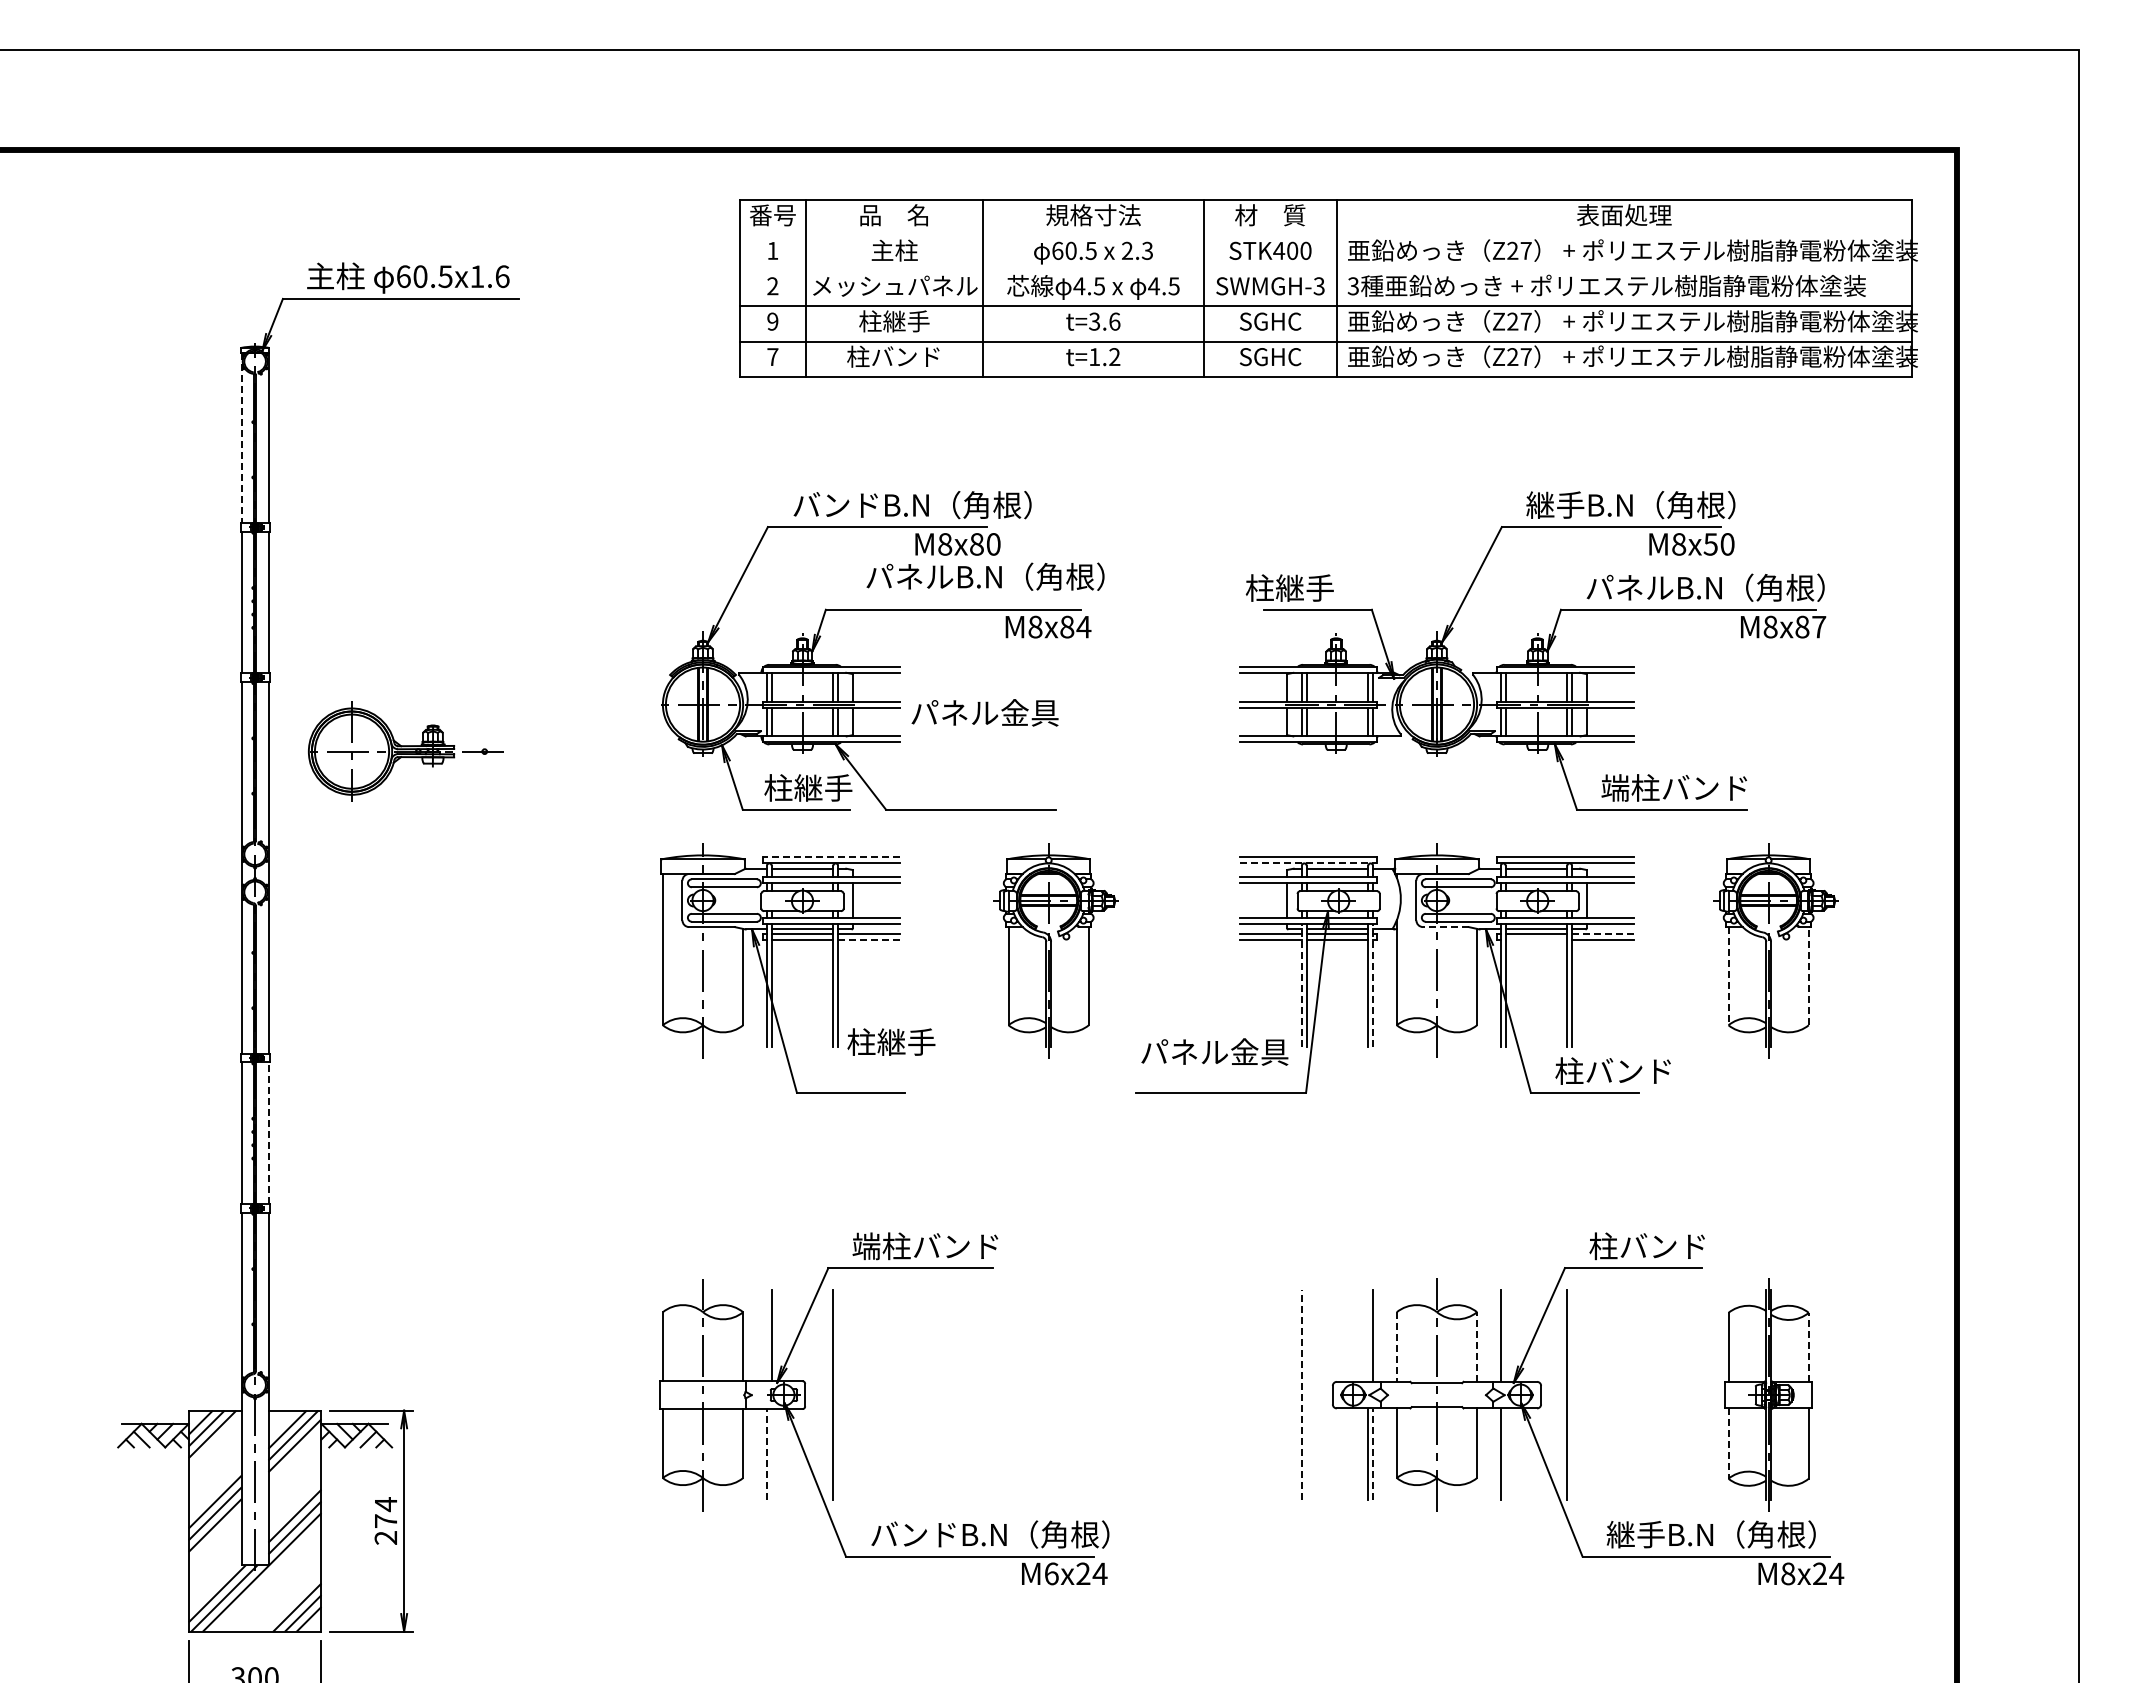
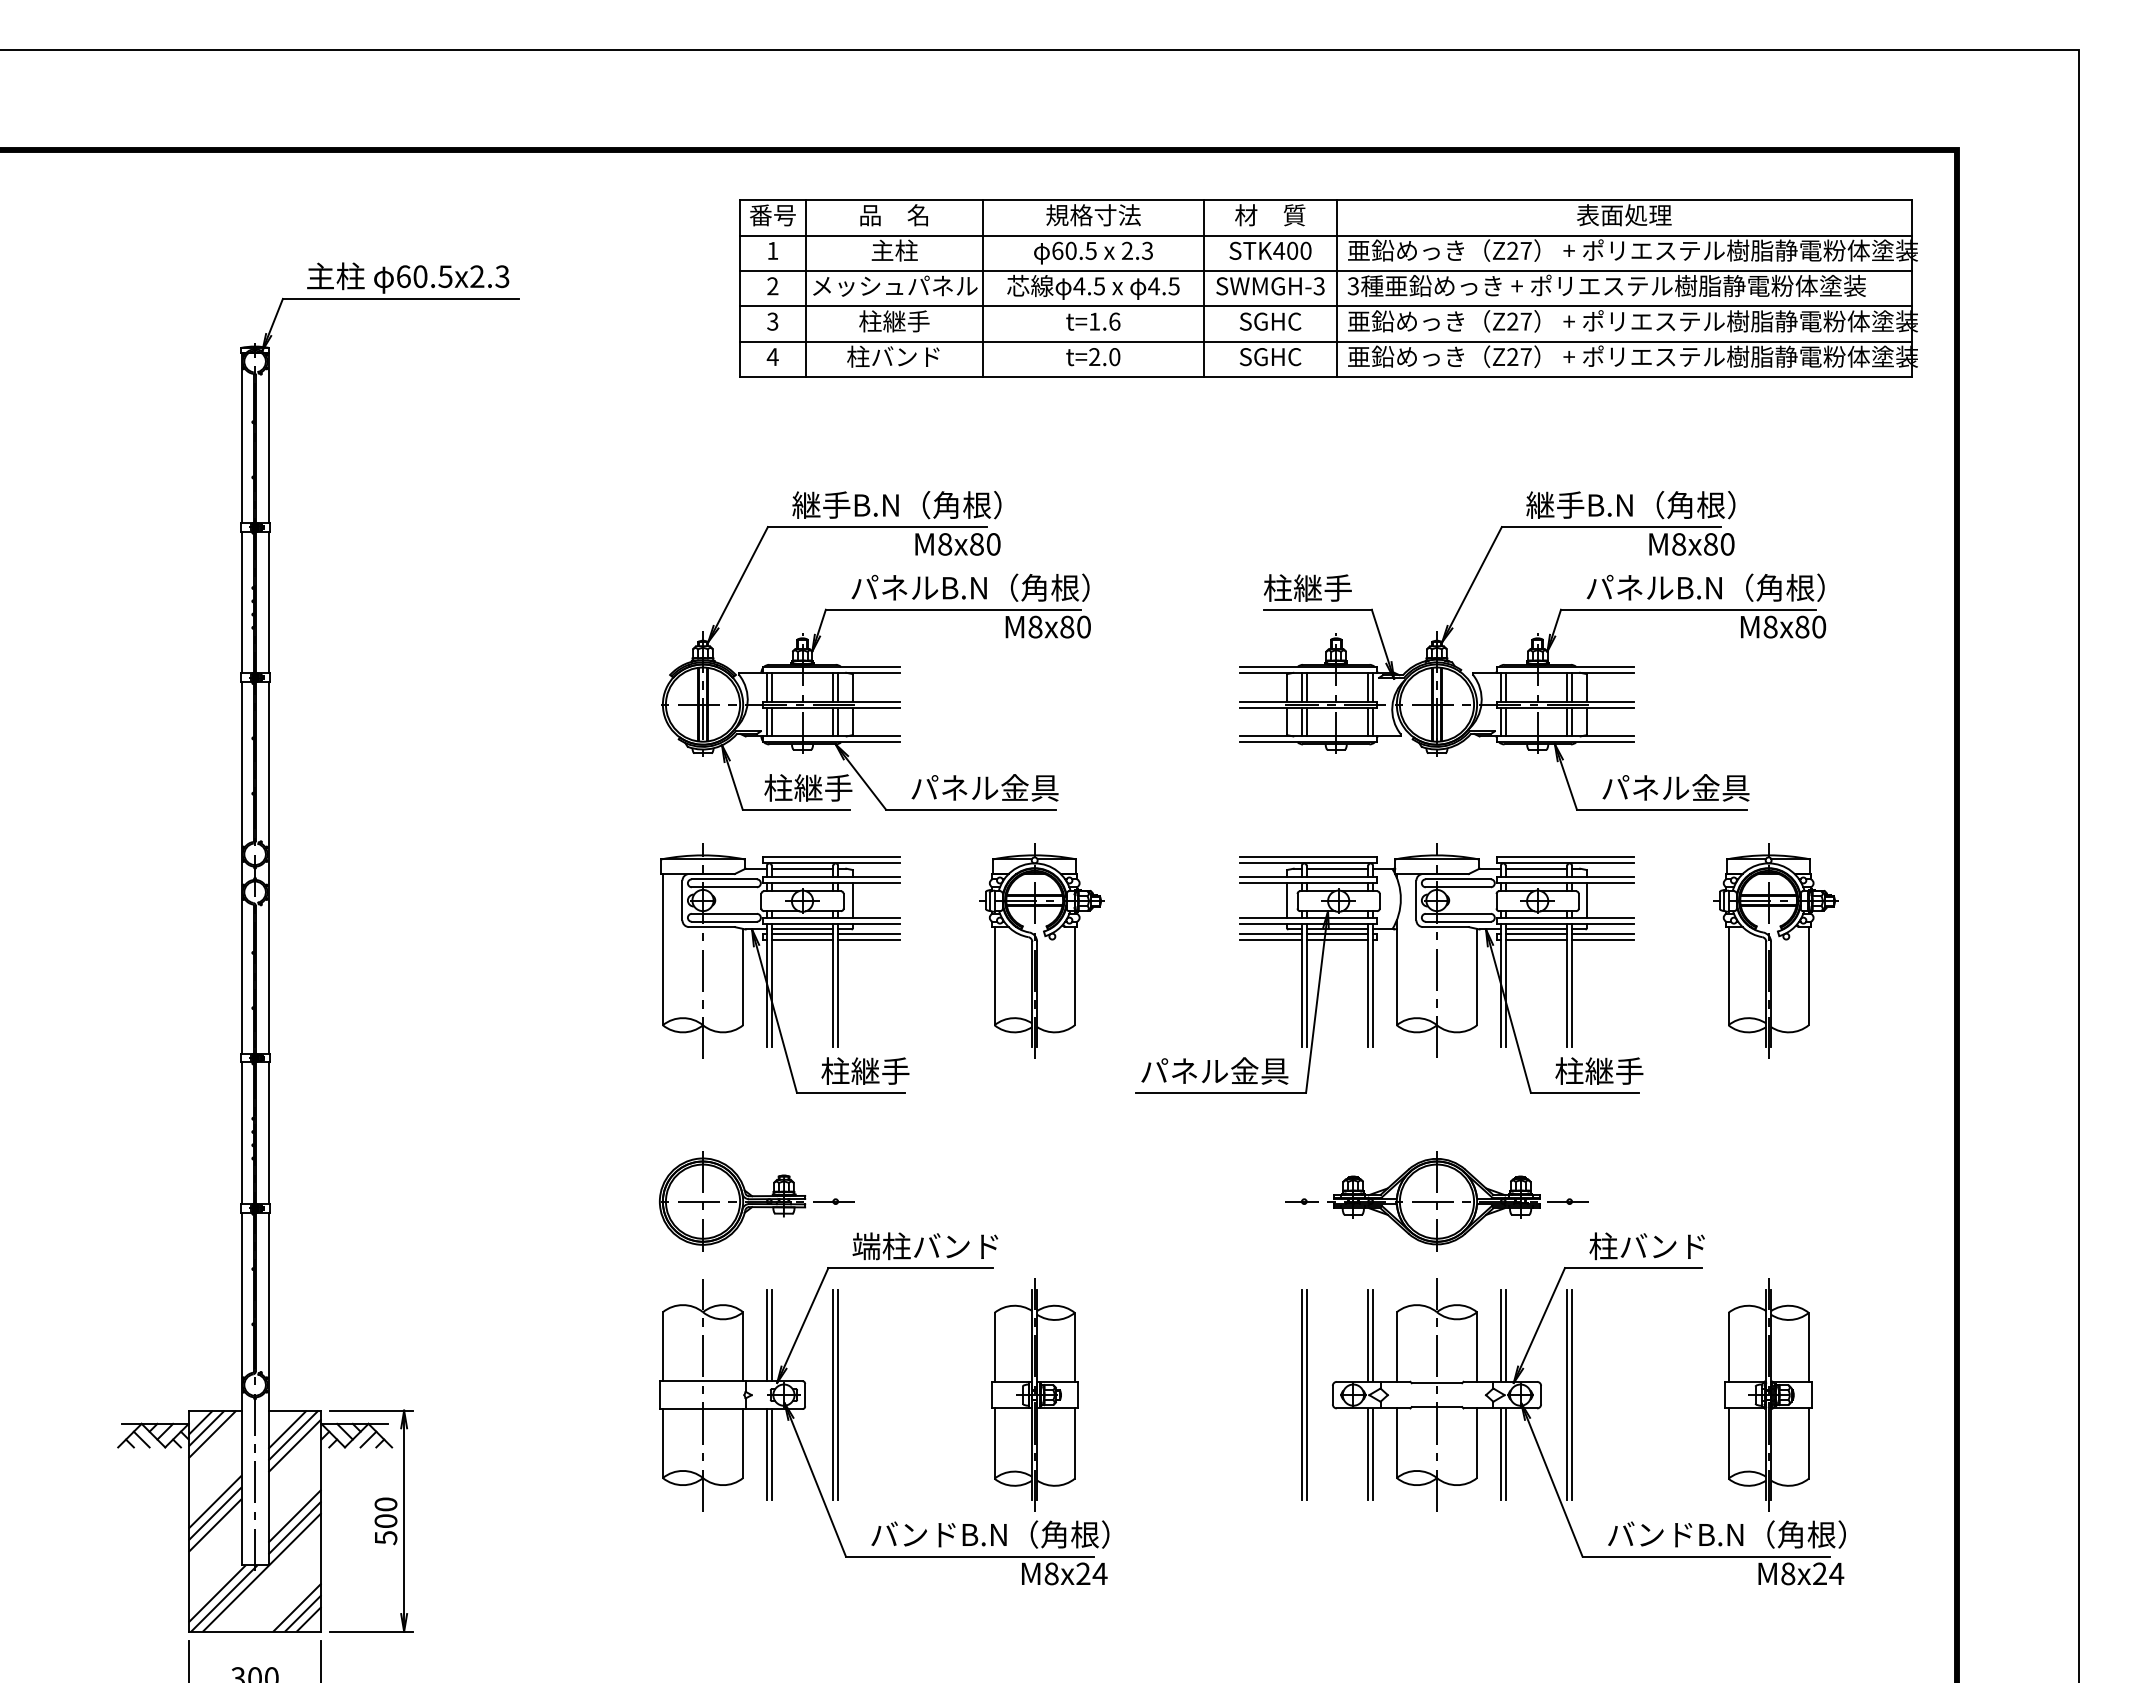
line at (1325, 235): none -> present
line at (1325, 270): none -> present
text at (489, 276): 60.5x1.6 -> 60.5x2.3
text at (772, 321): 9 -> 3
text at (1094, 321): t=3.6 -> t=1.6
text at (772, 356): 7 -> 4
text at (1104, 357): t=1.2 -> t=2.0
line at (241, 438): dashed -> solid
text at (911, 504): バンドB.N（角根） -> 継手B.N（角根）
text at (1710, 544): M8x50 -> M8x80
text at (985, 576) position: (985, 576) -> (970, 587)
text at (1289, 587) position: (1289, 587) -> (1307, 587)
text at (1083, 626): M8x84 -> M8x80
text at (1819, 626): M8x87 -> M8x80
text at (984, 712) position: (984, 712) -> (984, 787)
part at (405, 751) position: (405, 751) -> (756, 1201)
text at (1675, 787): 端柱バンド -> パネル金具
line at (830, 857): dashed -> solid
line at (1309, 863): dashed -> solid
line at (1445, 927): dashed -> solid
line at (1602, 933): dashed -> solid
line at (868, 939): dashed -> solid
line at (1536, 939): none -> present
part at (1055, 950) position: (1055, 950) -> (1041, 950)
line at (1808, 975): dashed -> solid
line at (1728, 976): dashed -> solid
line at (1301, 985): dashed -> solid
line at (1373, 985): dashed -> solid
text at (891, 1041) position: (891, 1041) -> (865, 1070)
text at (1214, 1051) position: (1214, 1051) -> (1214, 1070)
text at (1627, 1070): 柱バンド -> 柱継手
line at (268, 1133): dashed -> solid
part at (1436, 1201): none -> present
line at (766, 1335): none -> present
line at (1368, 1335): none -> present
line at (1505, 1335): none -> present
line at (1808, 1346): dashed -> solid
line at (1396, 1347): dashed -> solid
line at (1477, 1347): dashed -> solid
part at (1034, 1394): none -> present
line at (1301, 1394): dashed -> solid
line at (838, 1395): none -> present
line at (1306, 1395): none -> present
line at (1572, 1395): none -> present
line at (1728, 1444): dashed -> solid
line at (766, 1454): dashed -> solid
line at (771, 1454): none -> present
line at (1373, 1454): dashed -> solid
line at (1505, 1454): none -> present
text at (385, 1521): 274 -> 500
text at (1725, 1534): 継手B.N（角根） -> バンドB.N（角根）
text at (1051, 1573): M6x24 -> M8x24
